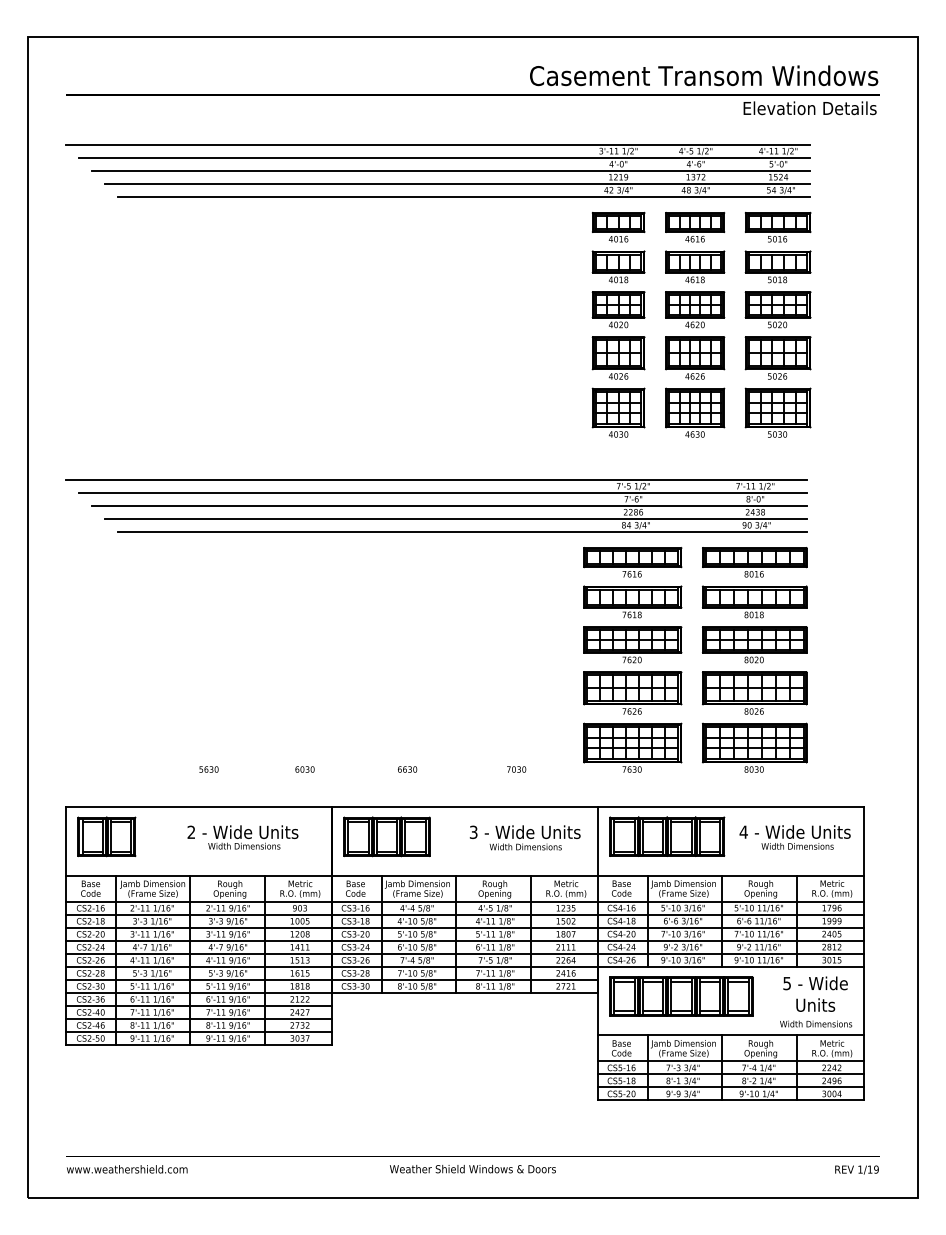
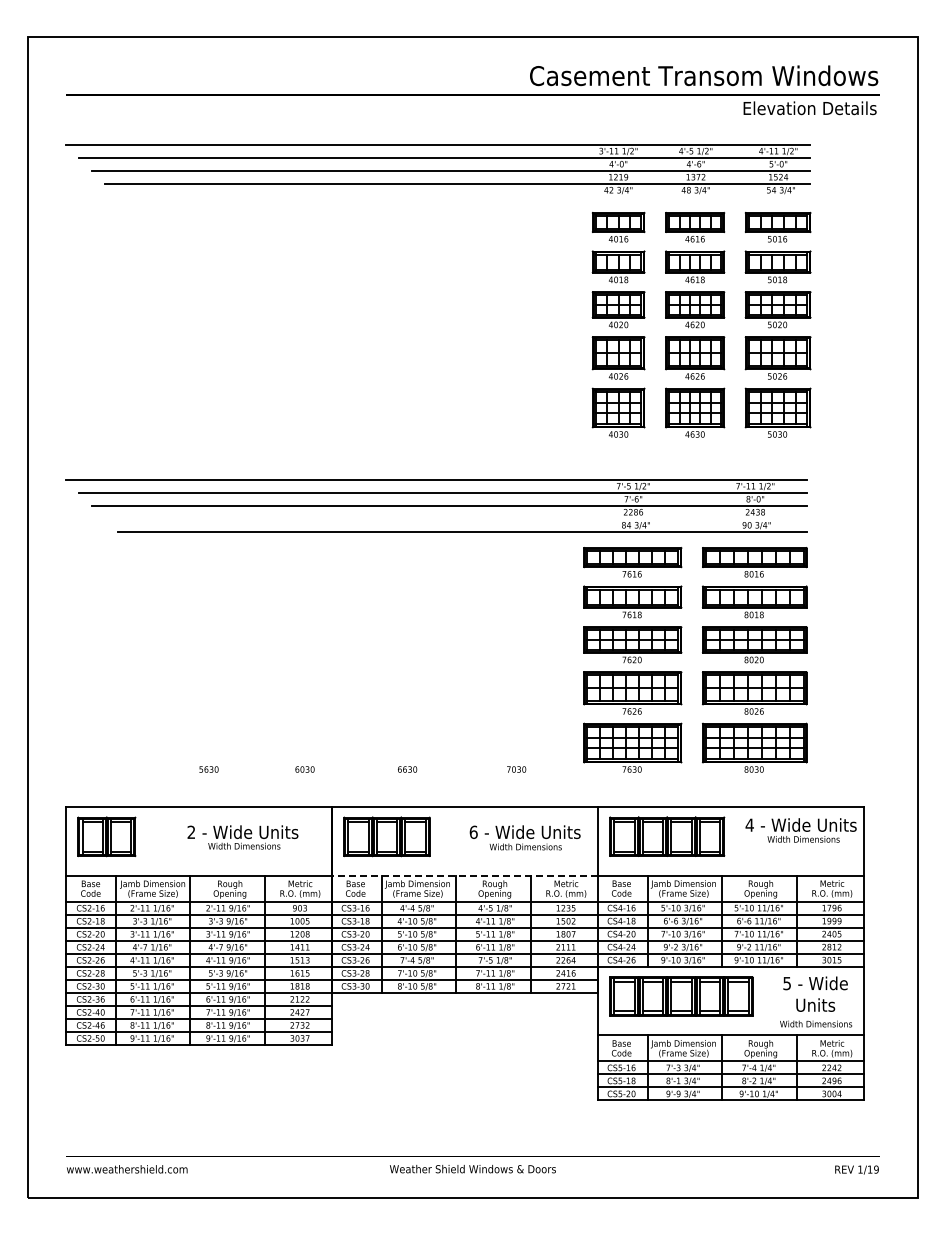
line at (464, 196): present -> none
line at (455, 518): present -> none
text at (473, 832): 3 -> 6
text at (794, 837) position: (794, 837) -> (800, 830)
line at (465, 875): solid -> dashed
